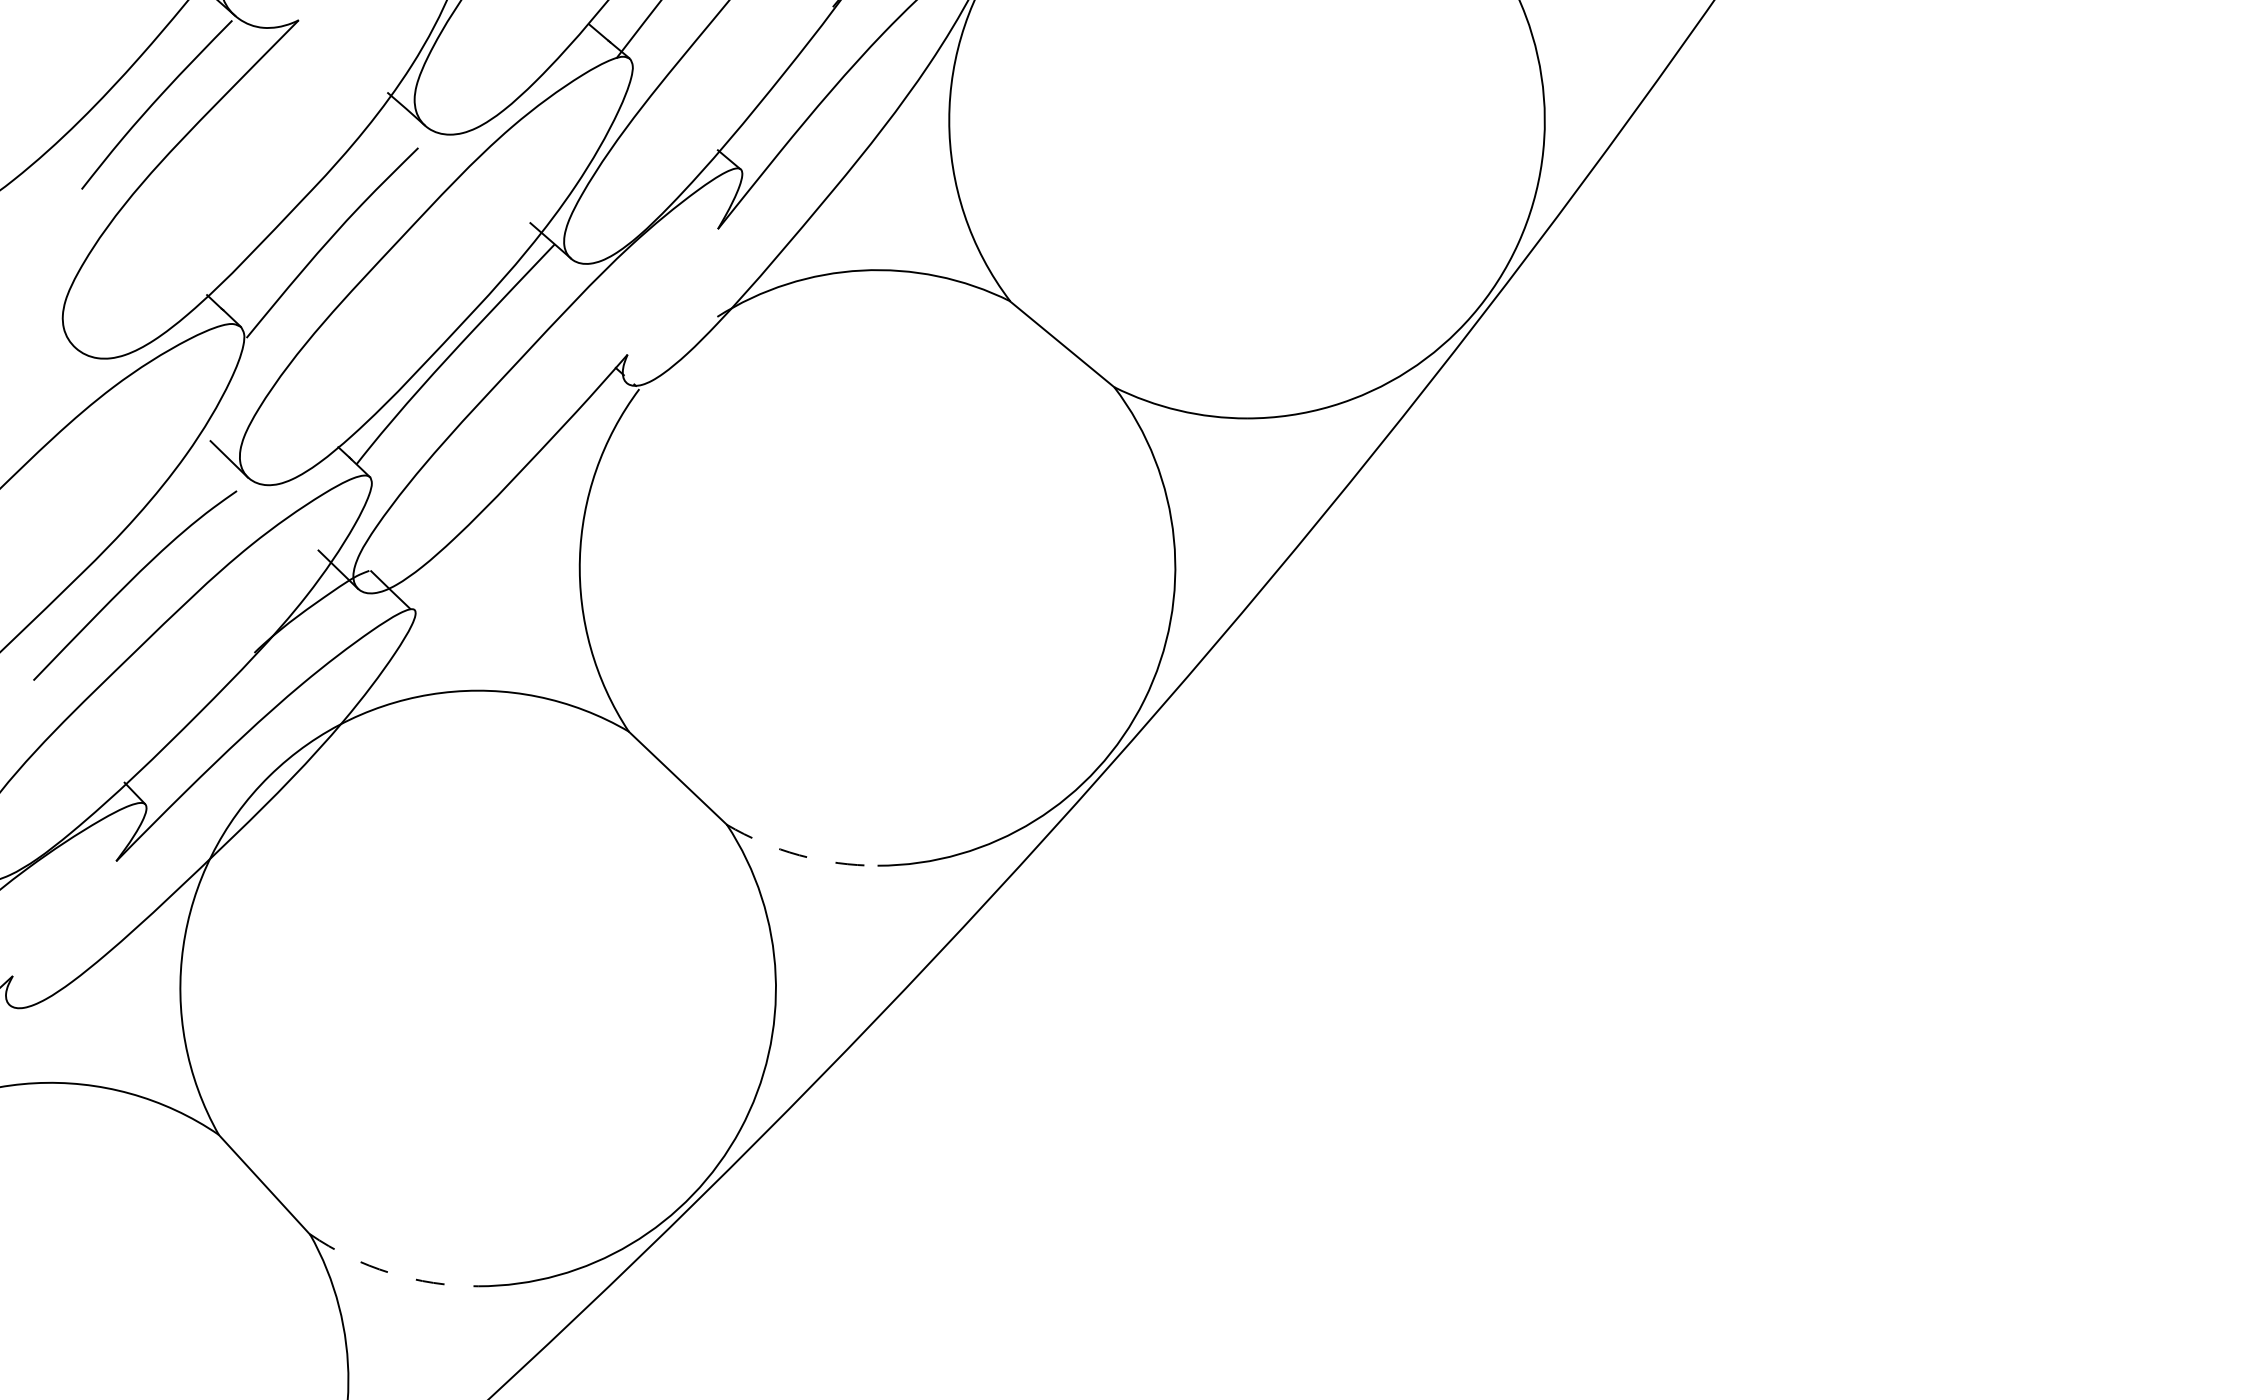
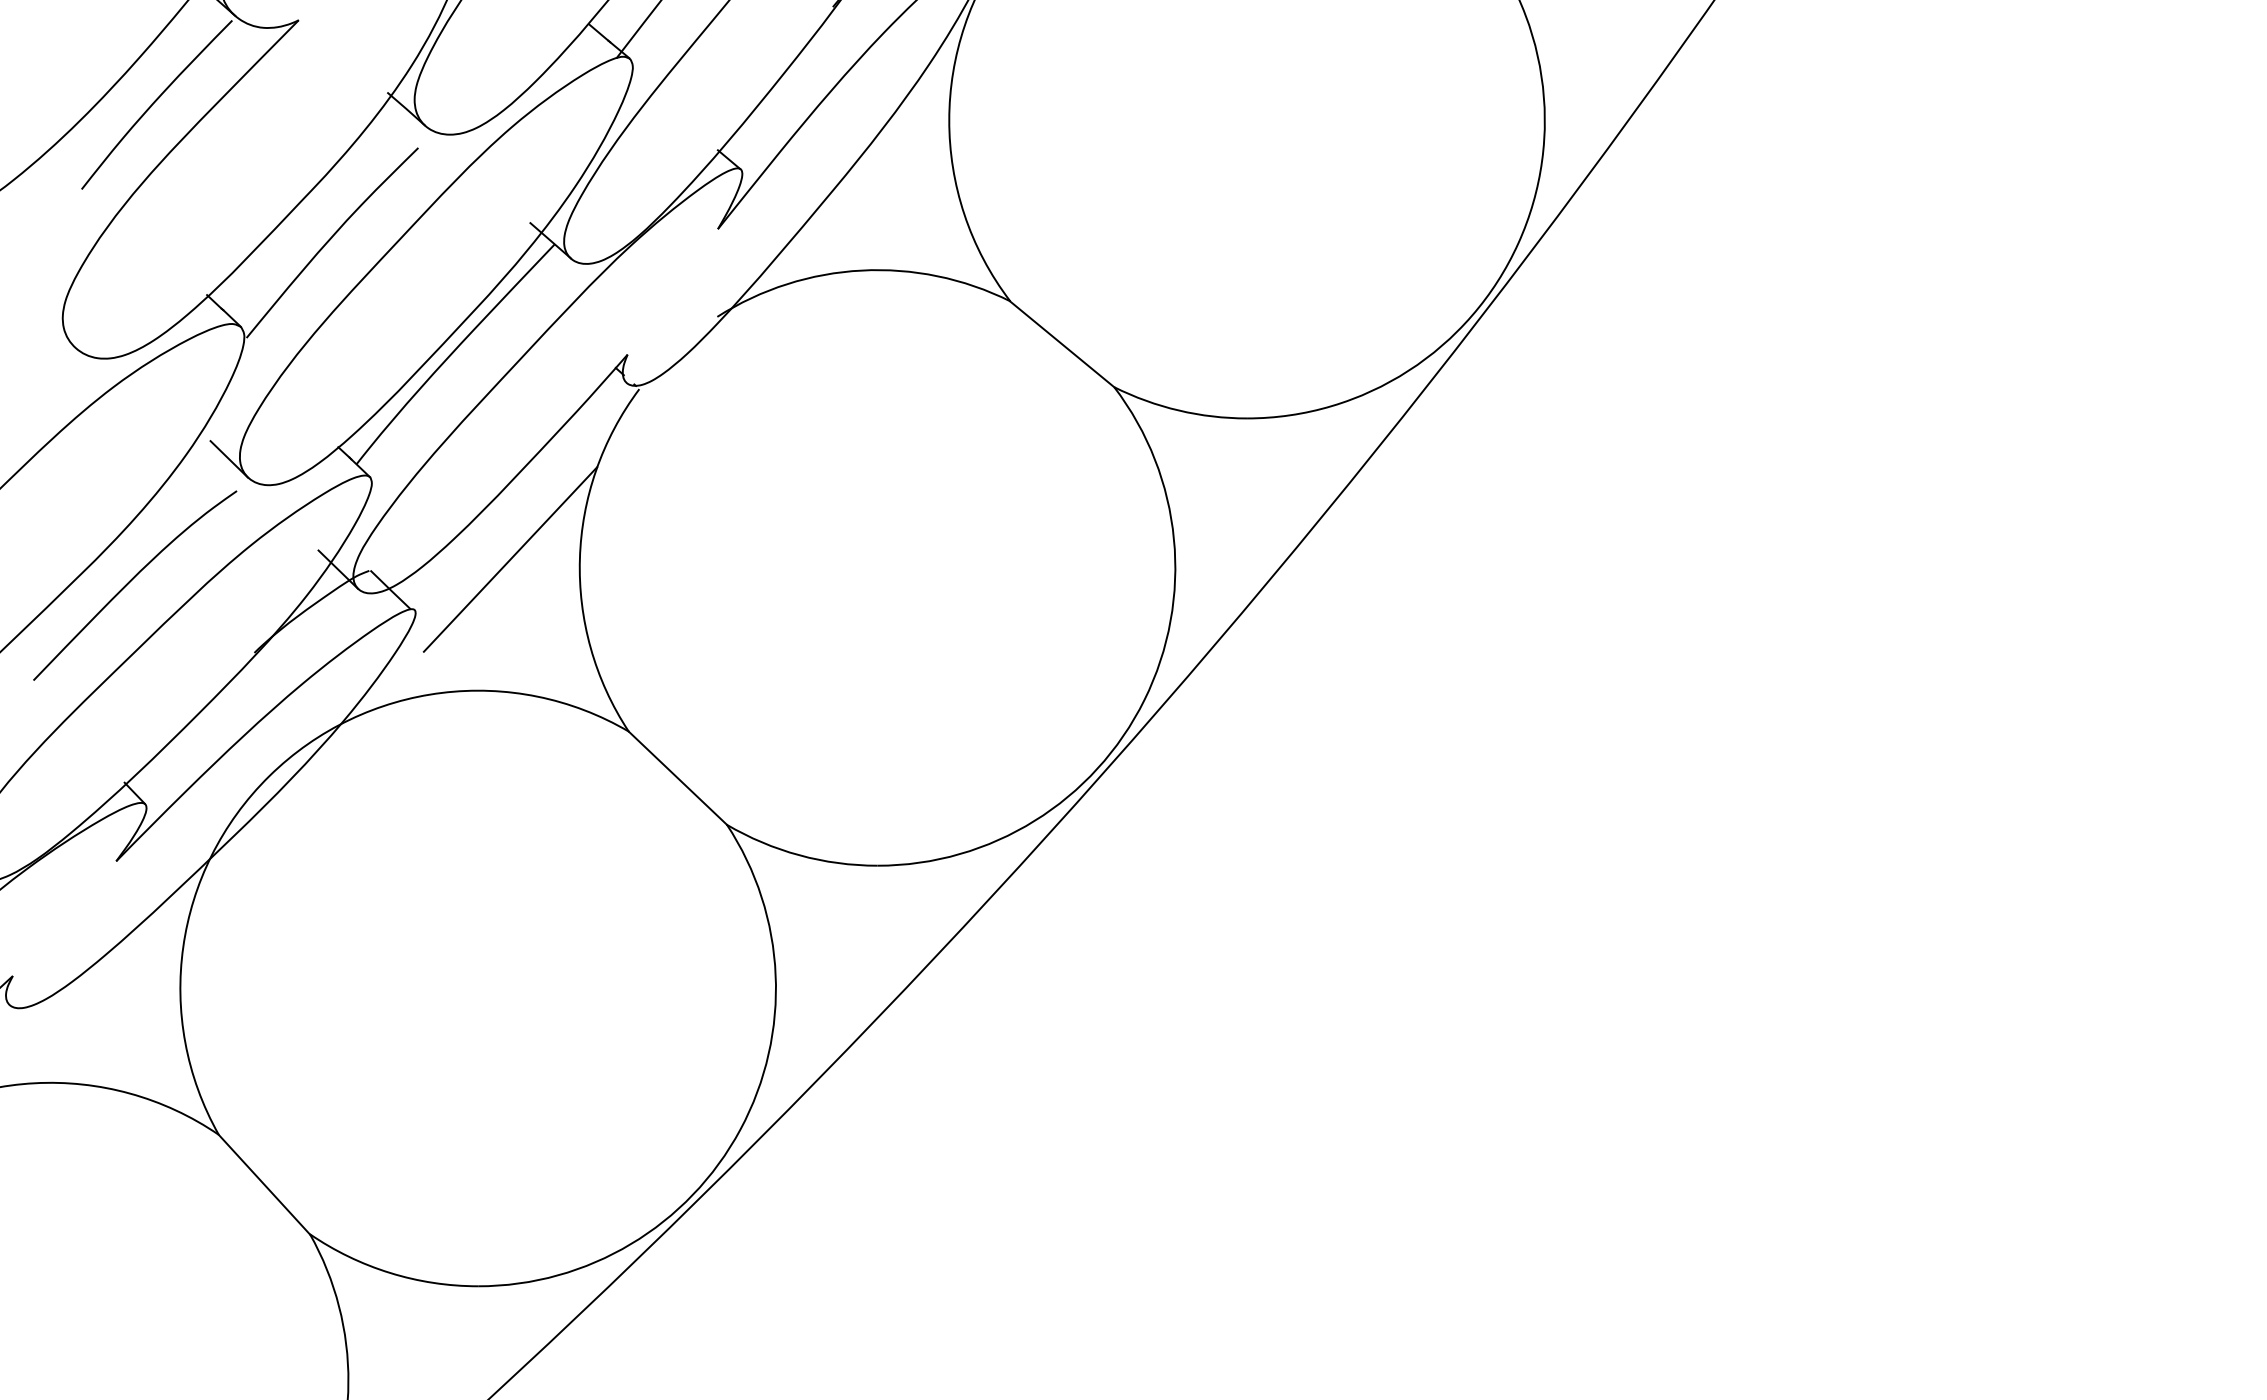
line at (510, 559): none -> present
arc at (799, 855): dashed -> solid
arc at (390, 1272): dashed -> solid
